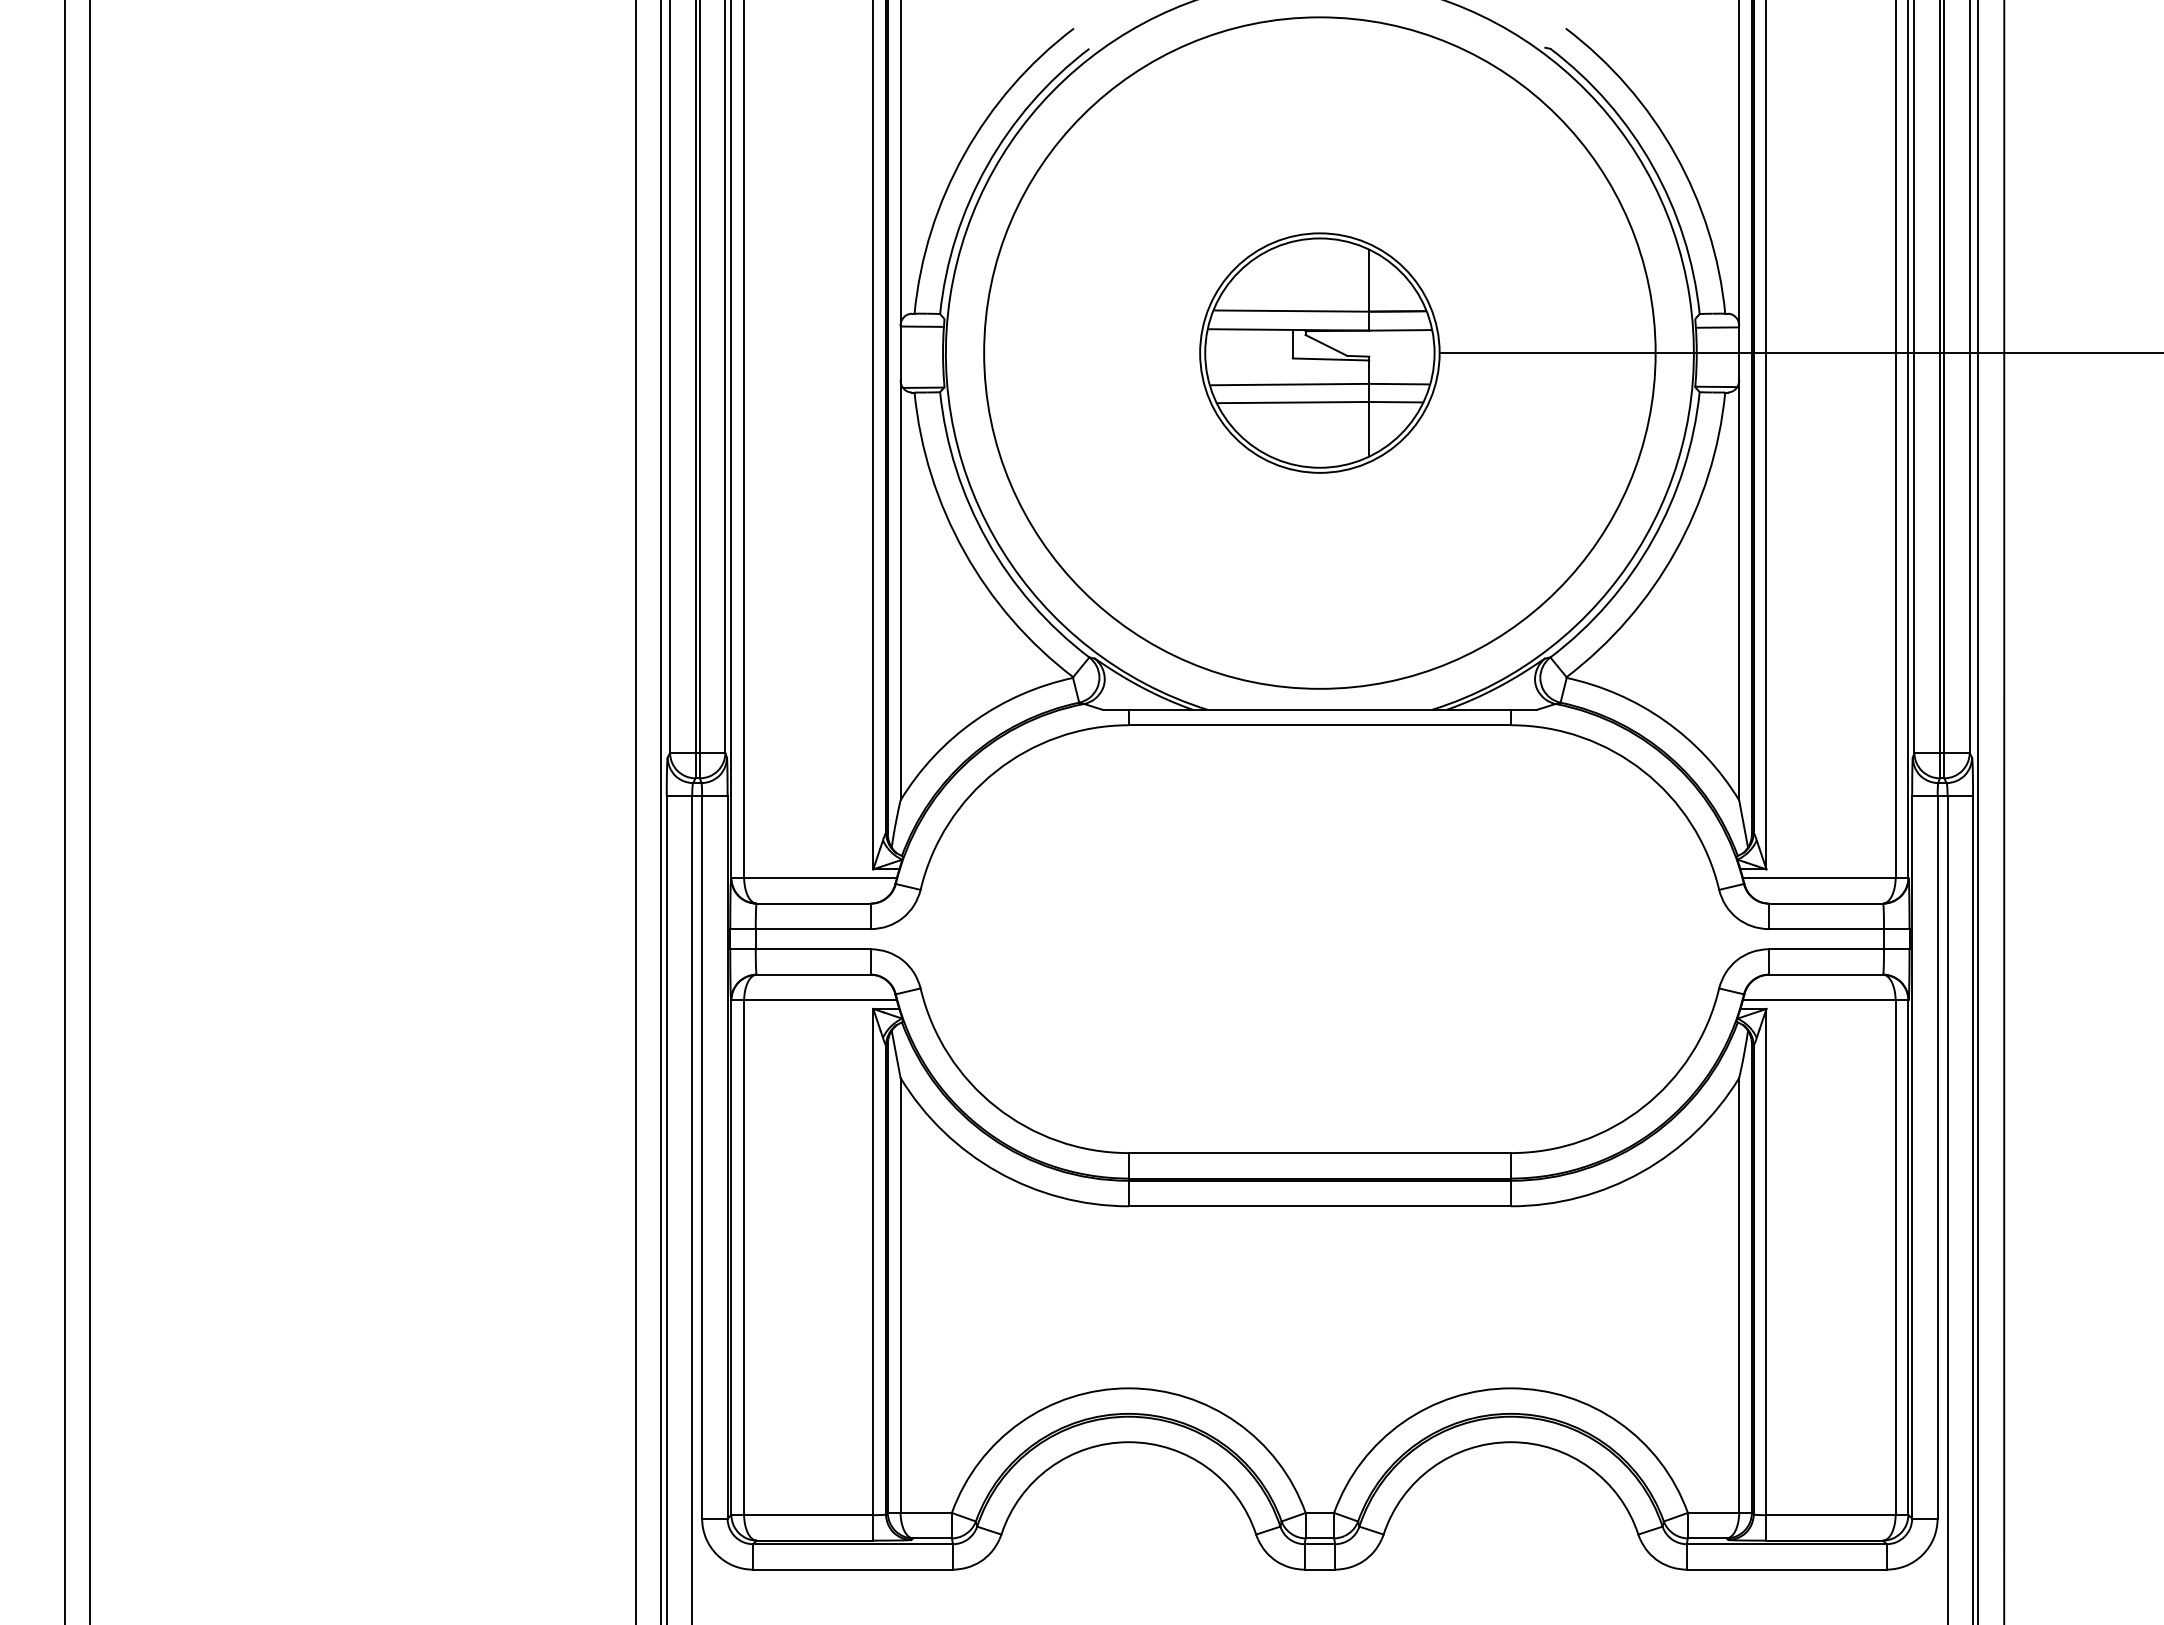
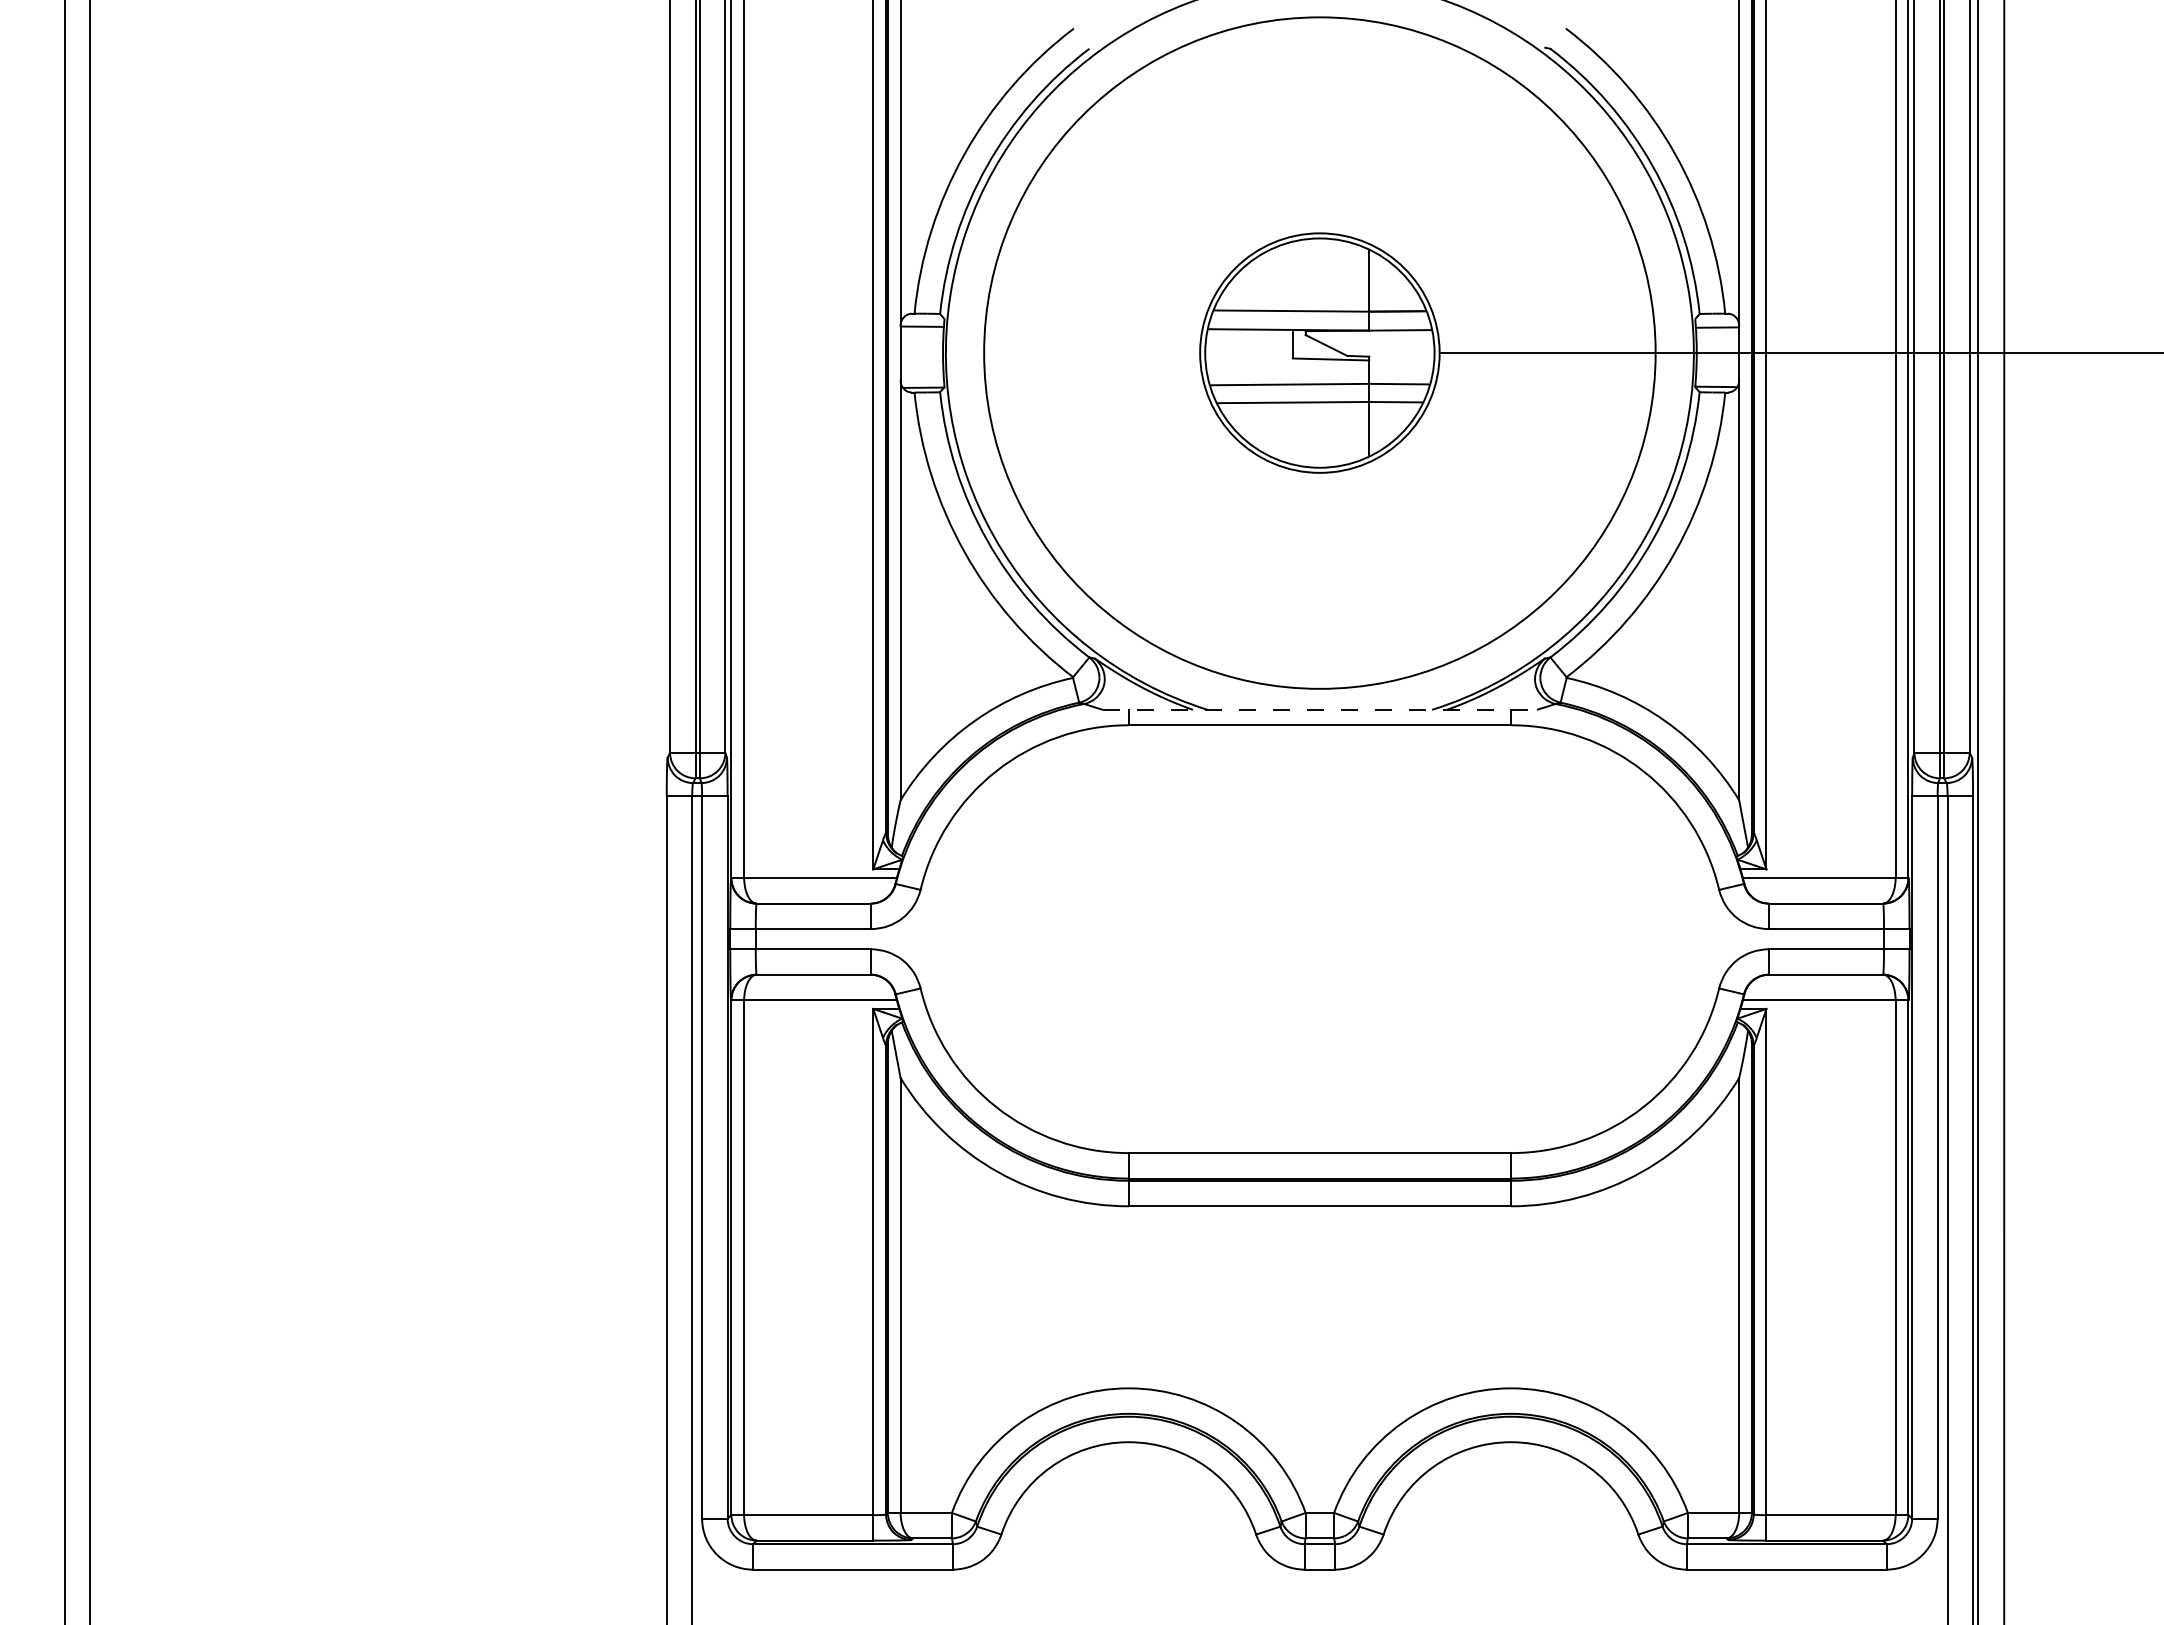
line at (1319, 709): solid -> dashed
line at (635, 811): present -> none
line at (661, 811): present -> none
